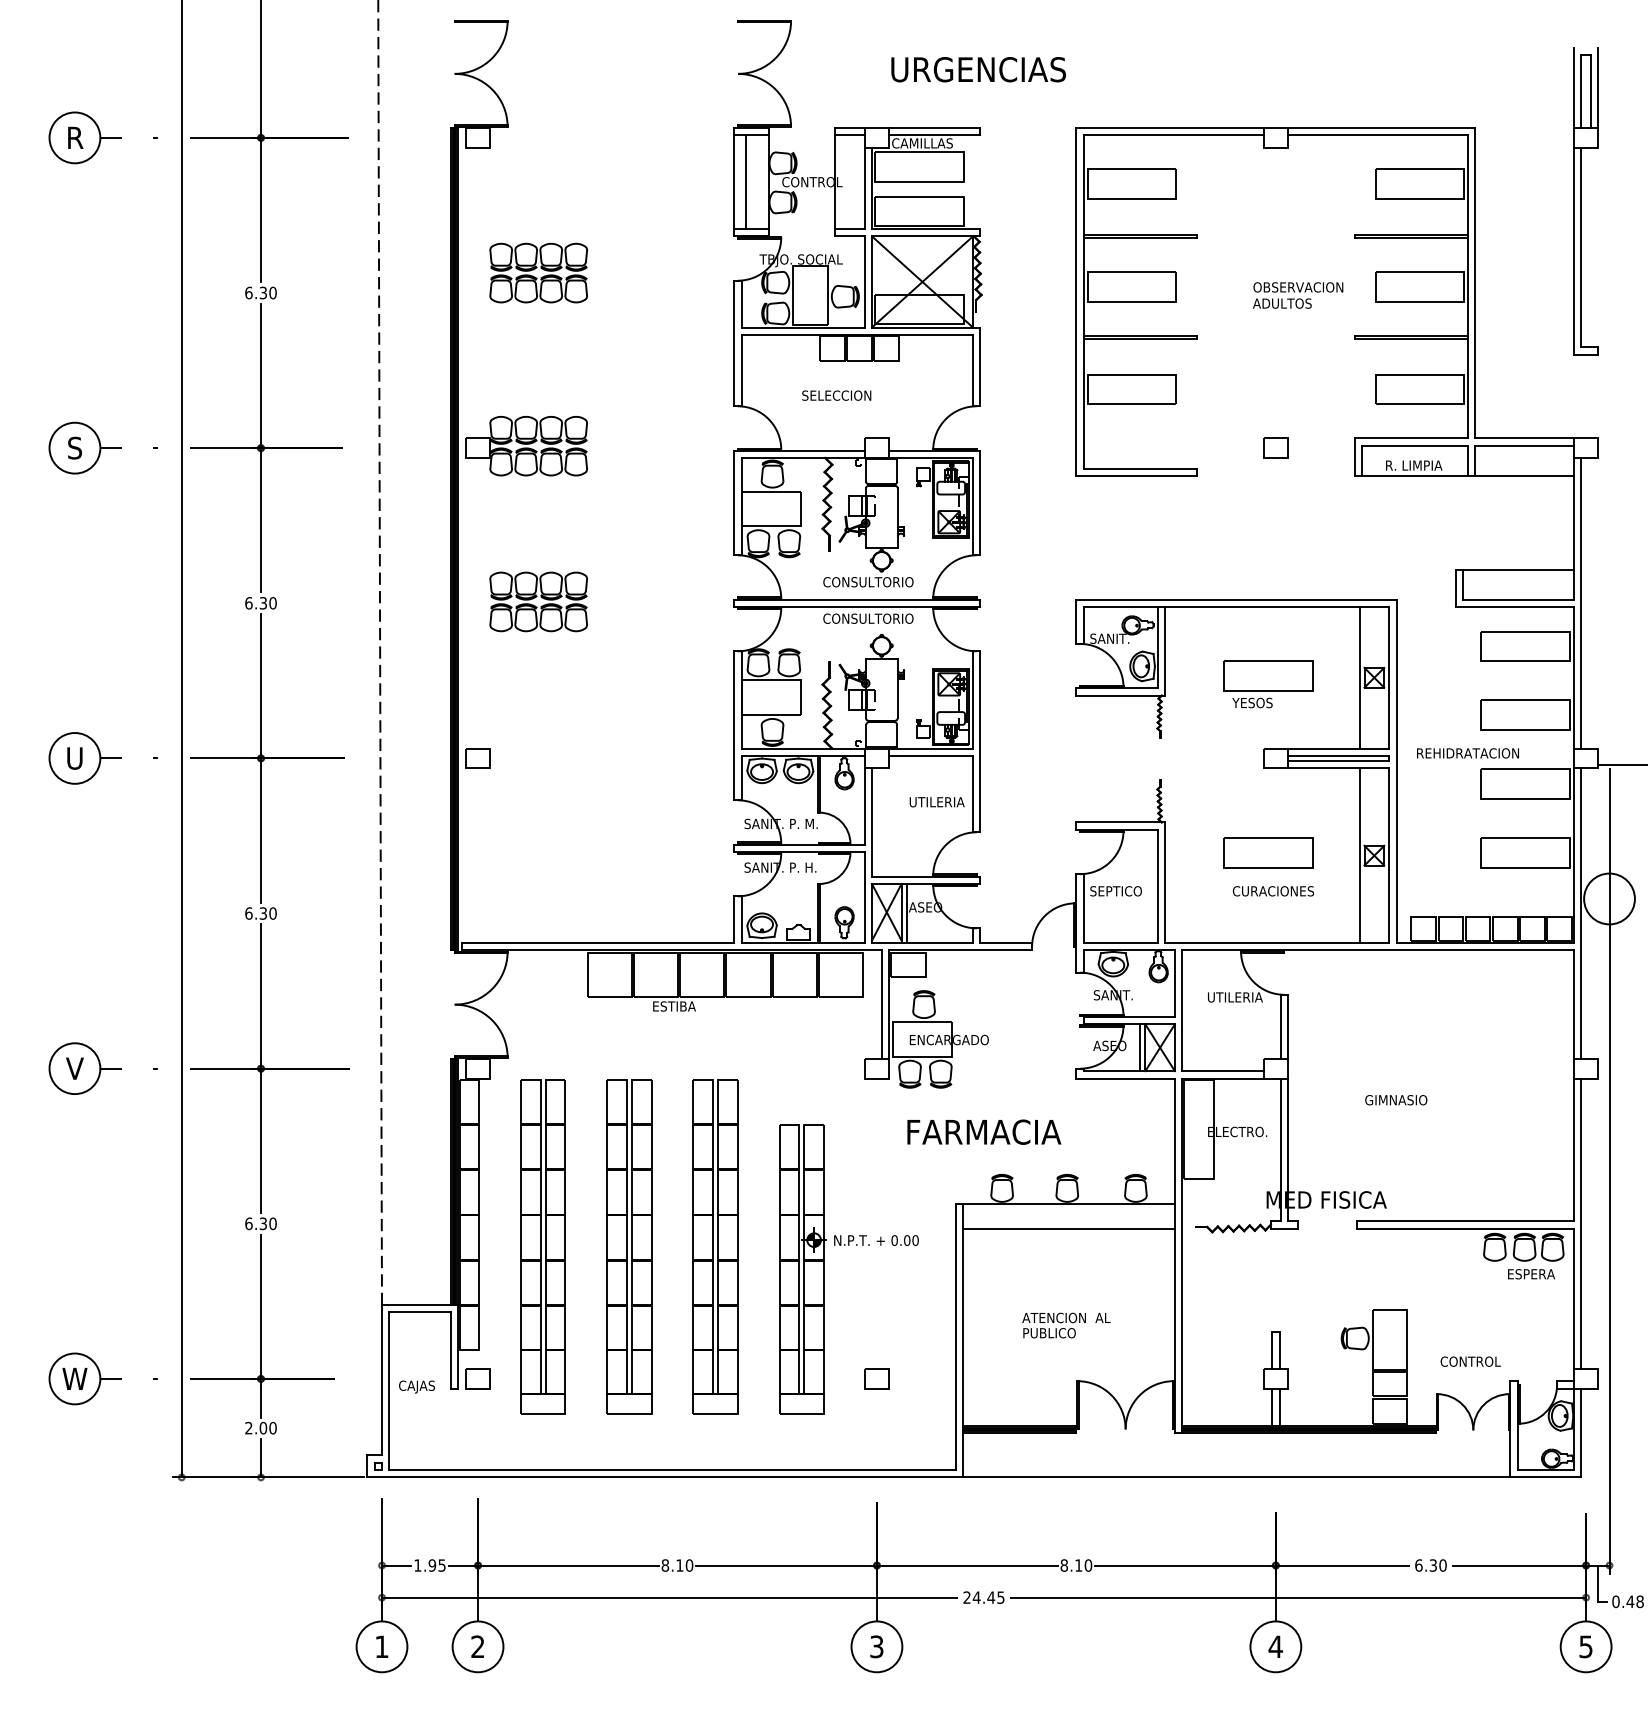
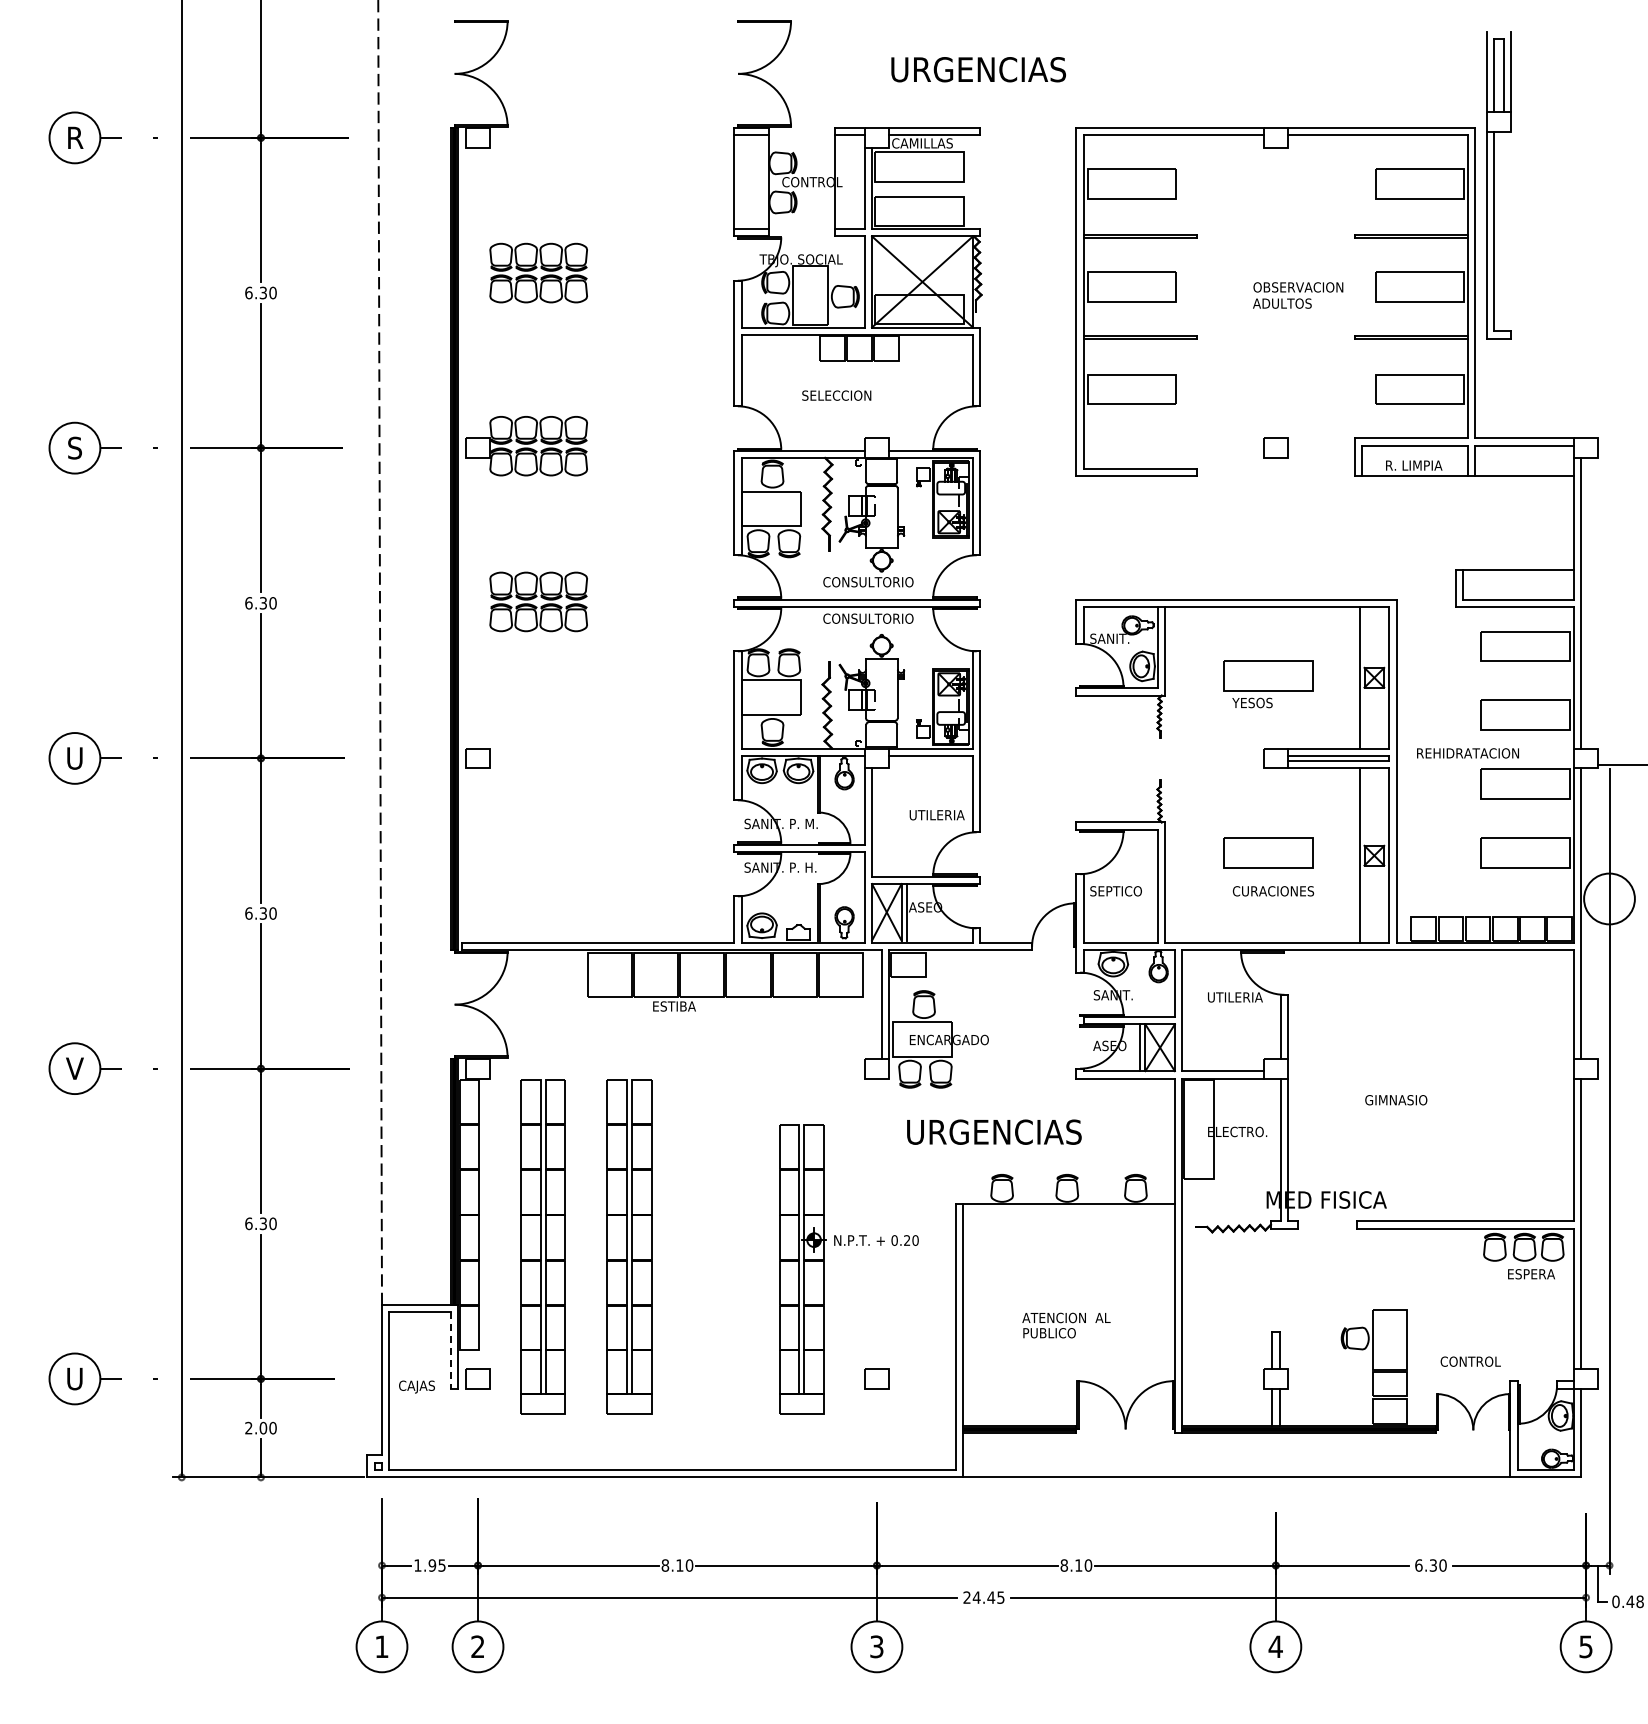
line at (746, 182): present -> none
part at (1585, 201) position: (1585, 201) -> (1498, 185)
text at (936, 802) position: (936, 802) -> (936, 815)
text at (994, 1131): FARMACIA -> URGENCIAS
line at (1068, 1228): present -> none
text at (907, 1240): 0.00 -> 0.20
part at (715, 1246): present -> none
line at (450, 1351): solid -> dashed
text at (74, 1378): W -> U
